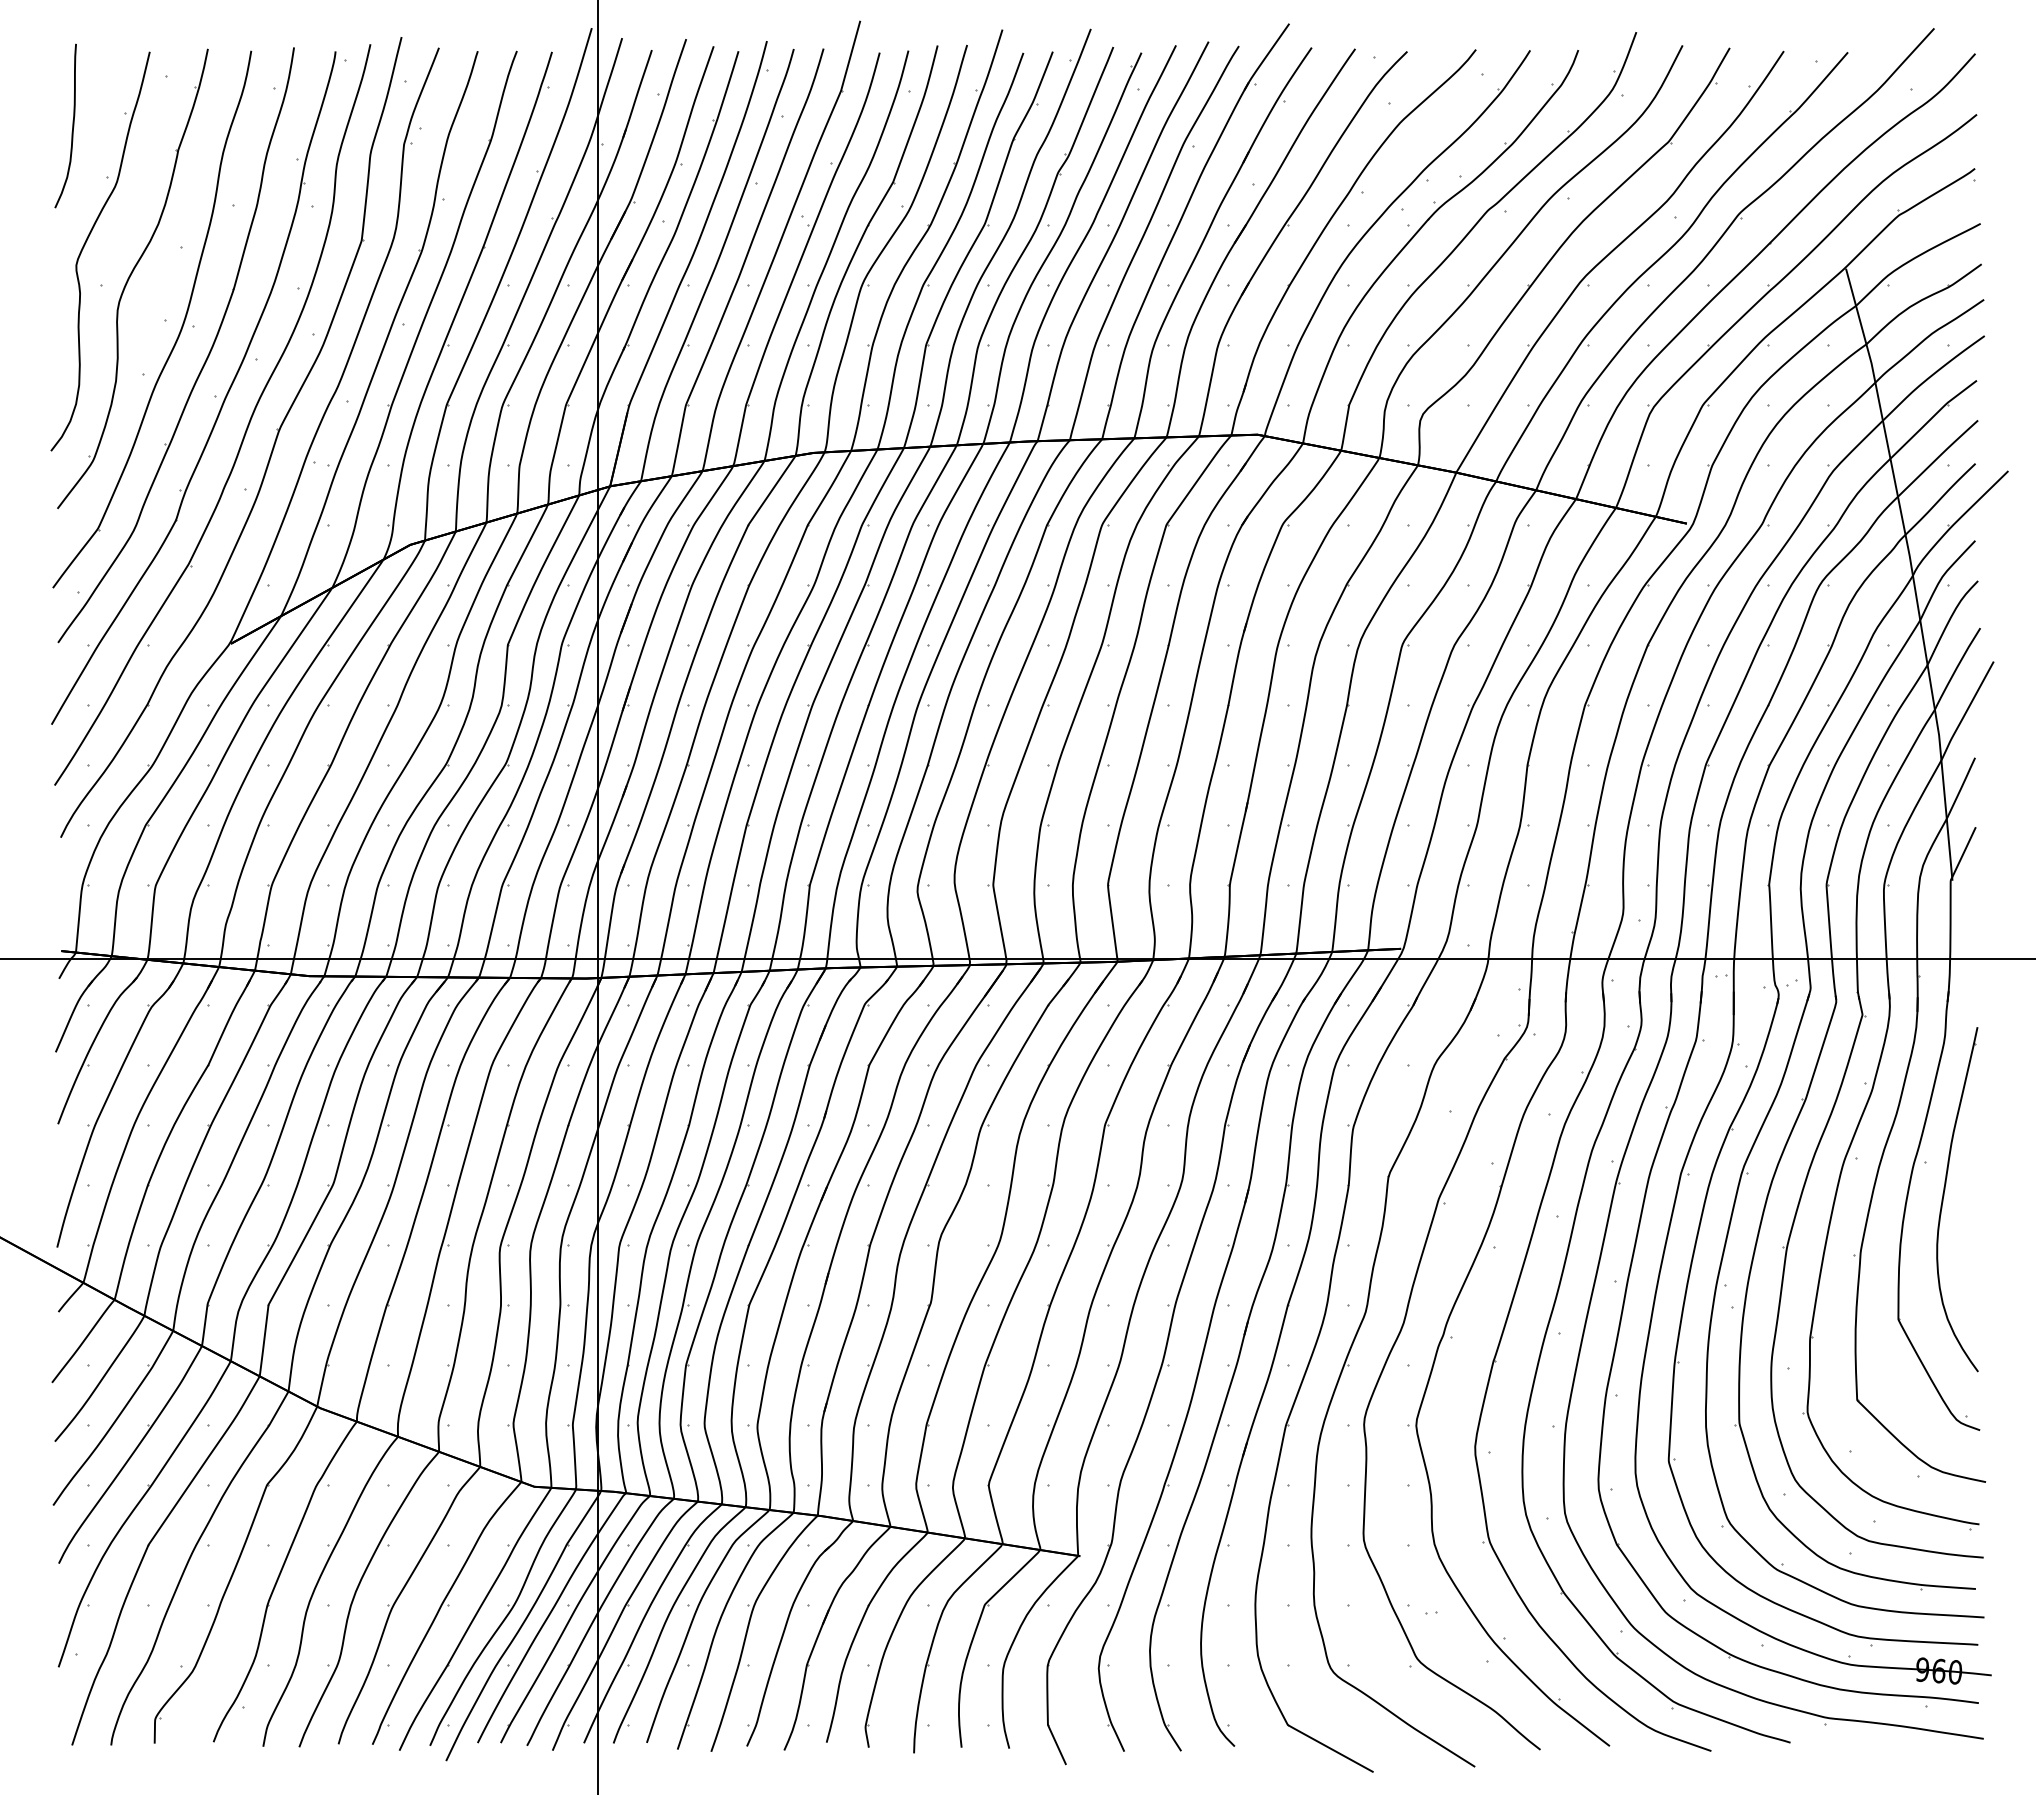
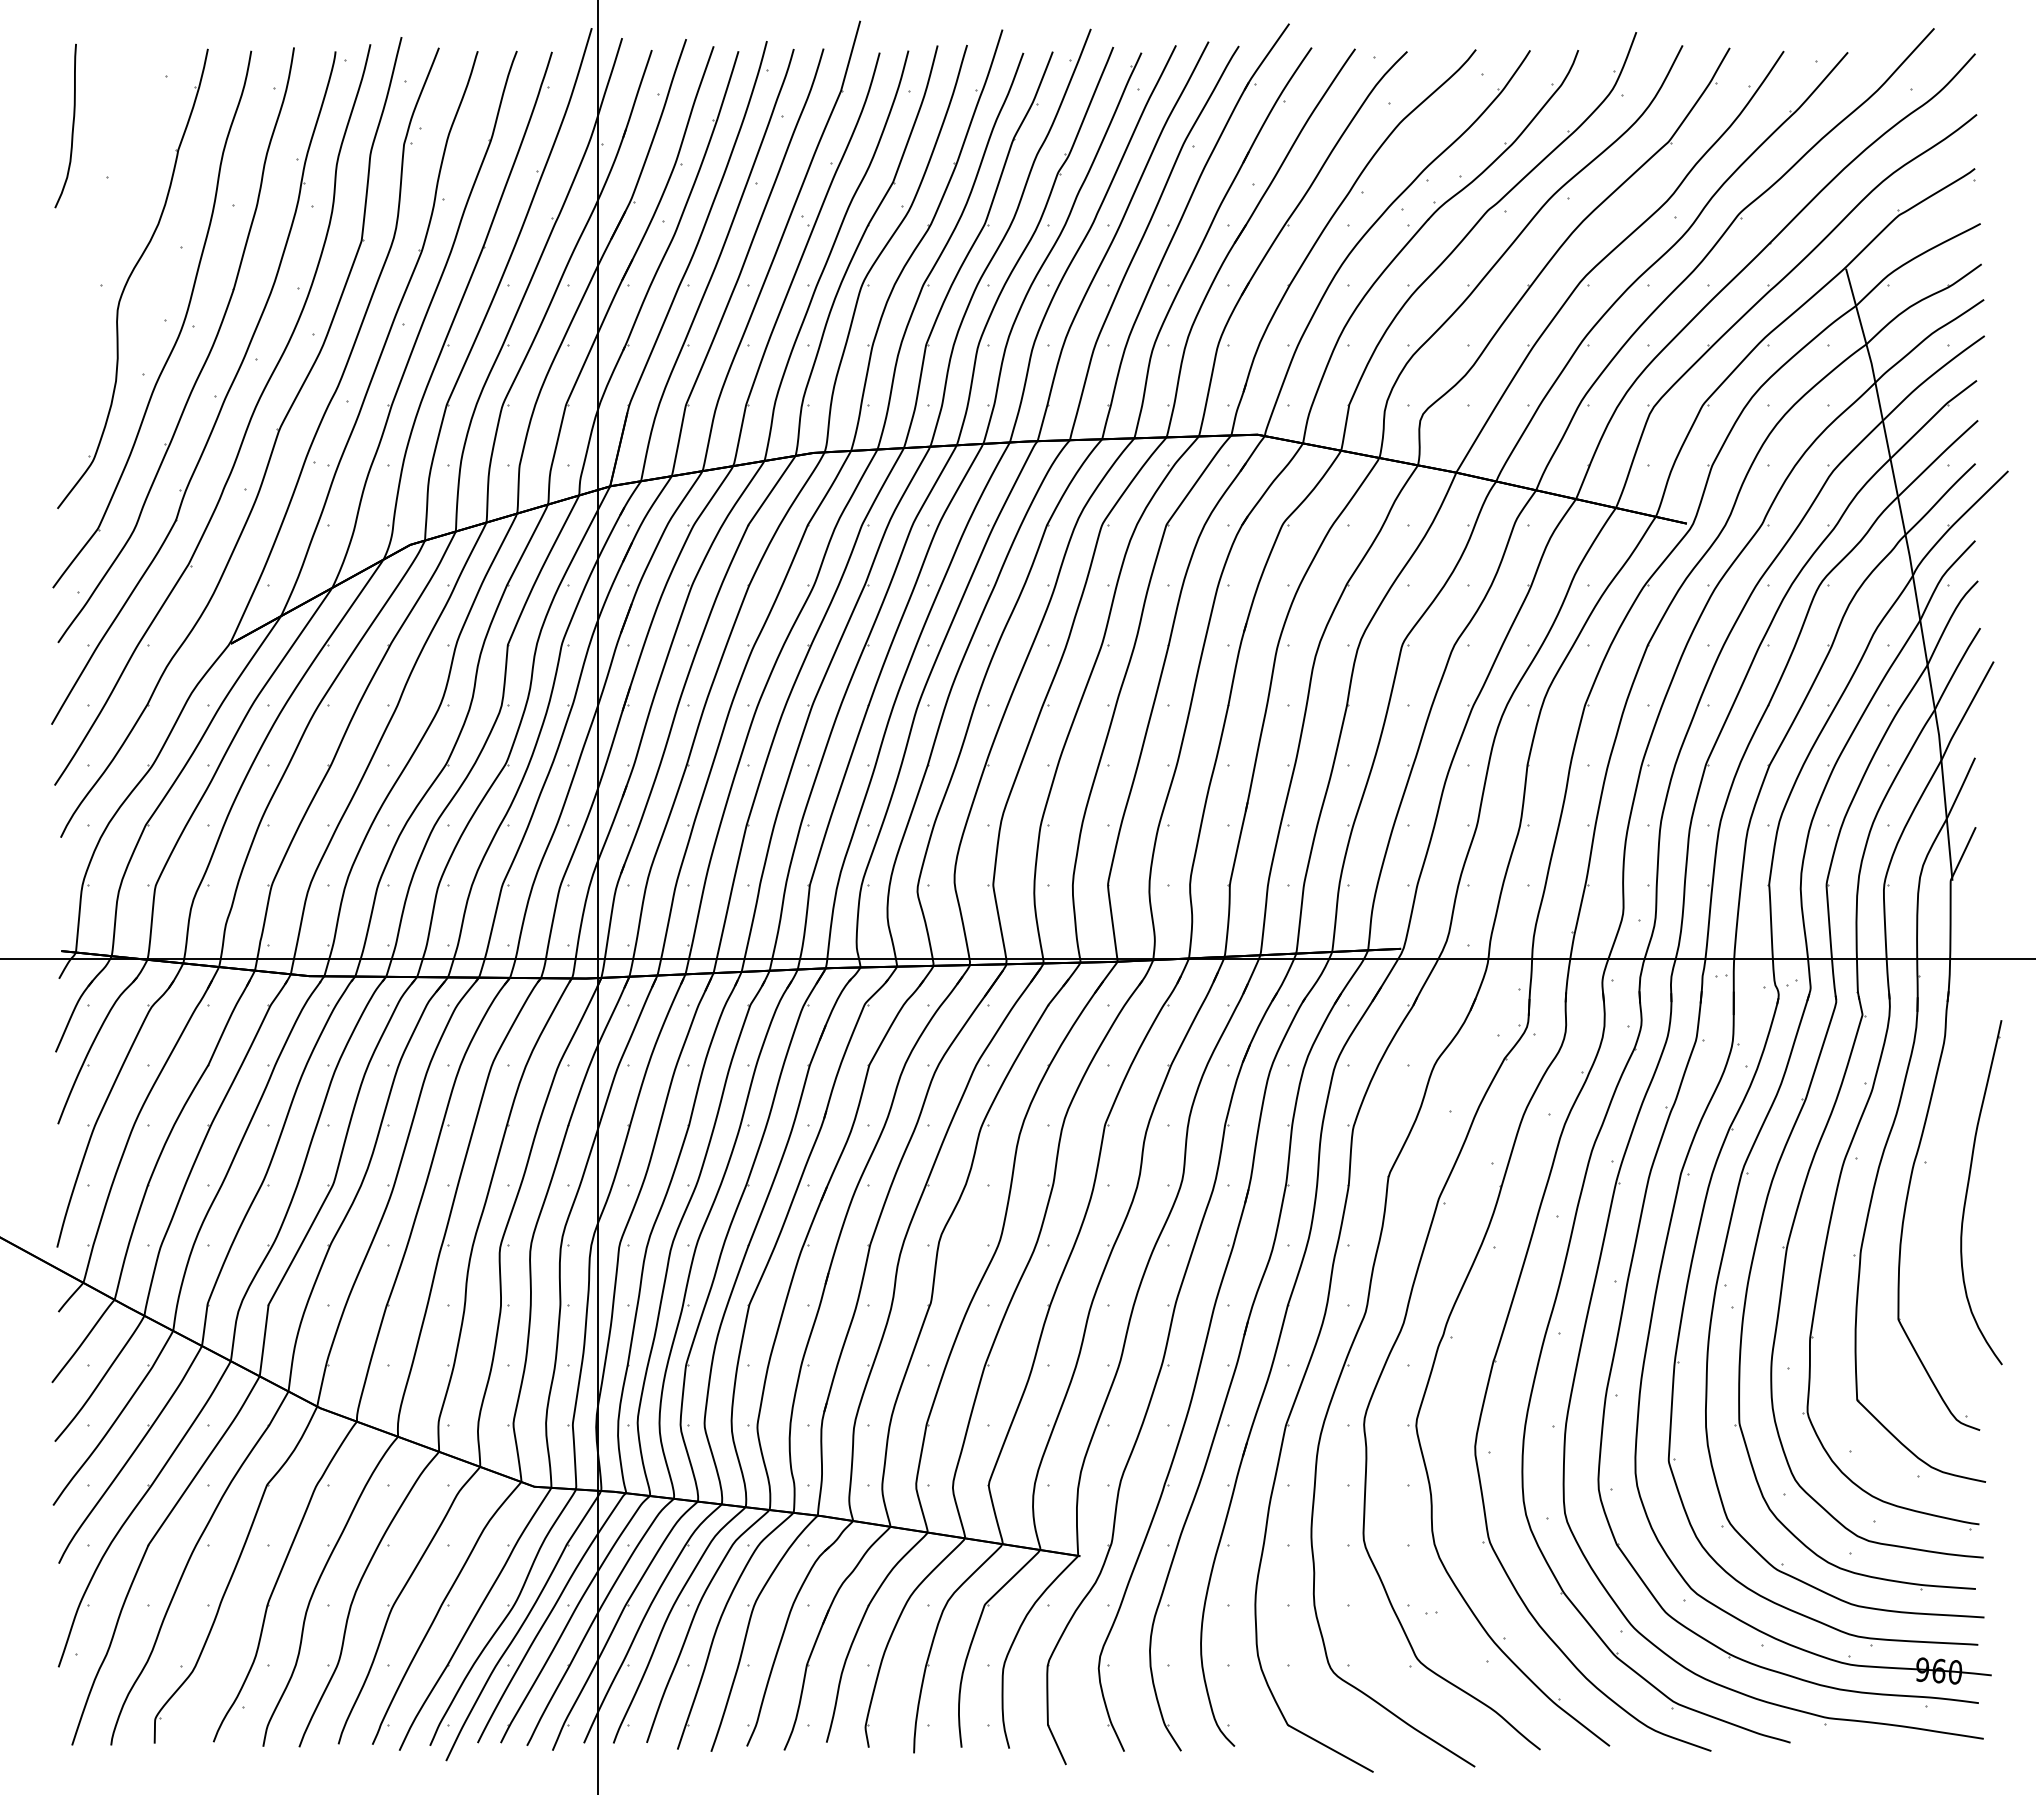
part at (86, 243): present -> none
part at (1944, 1196) position: (1944, 1196) -> (1968, 1189)
